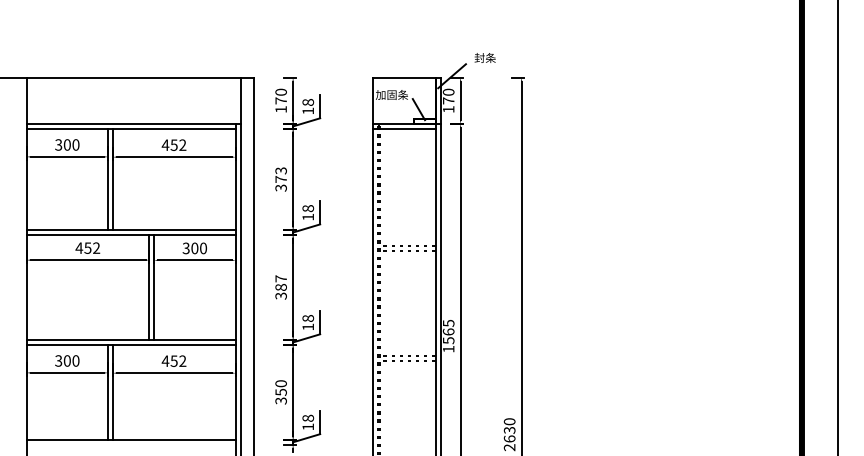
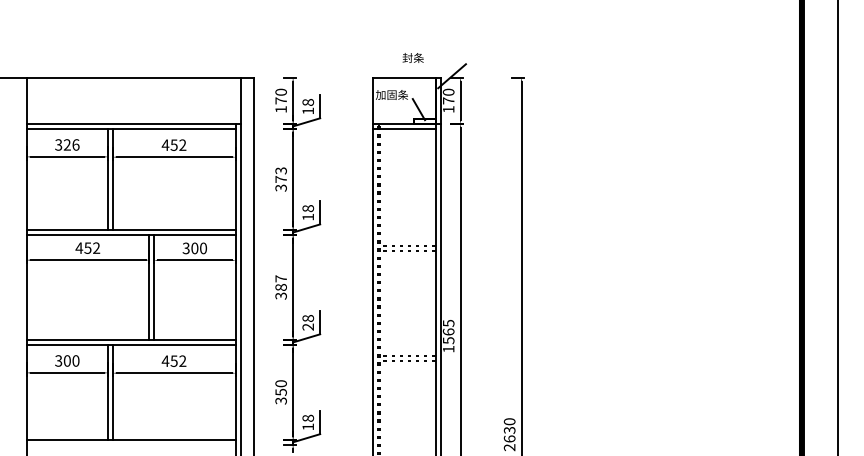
text at (484, 57) position: (484, 57) -> (412, 57)
text at (71, 144): 300 -> 326
text at (307, 326): 18 -> 28
